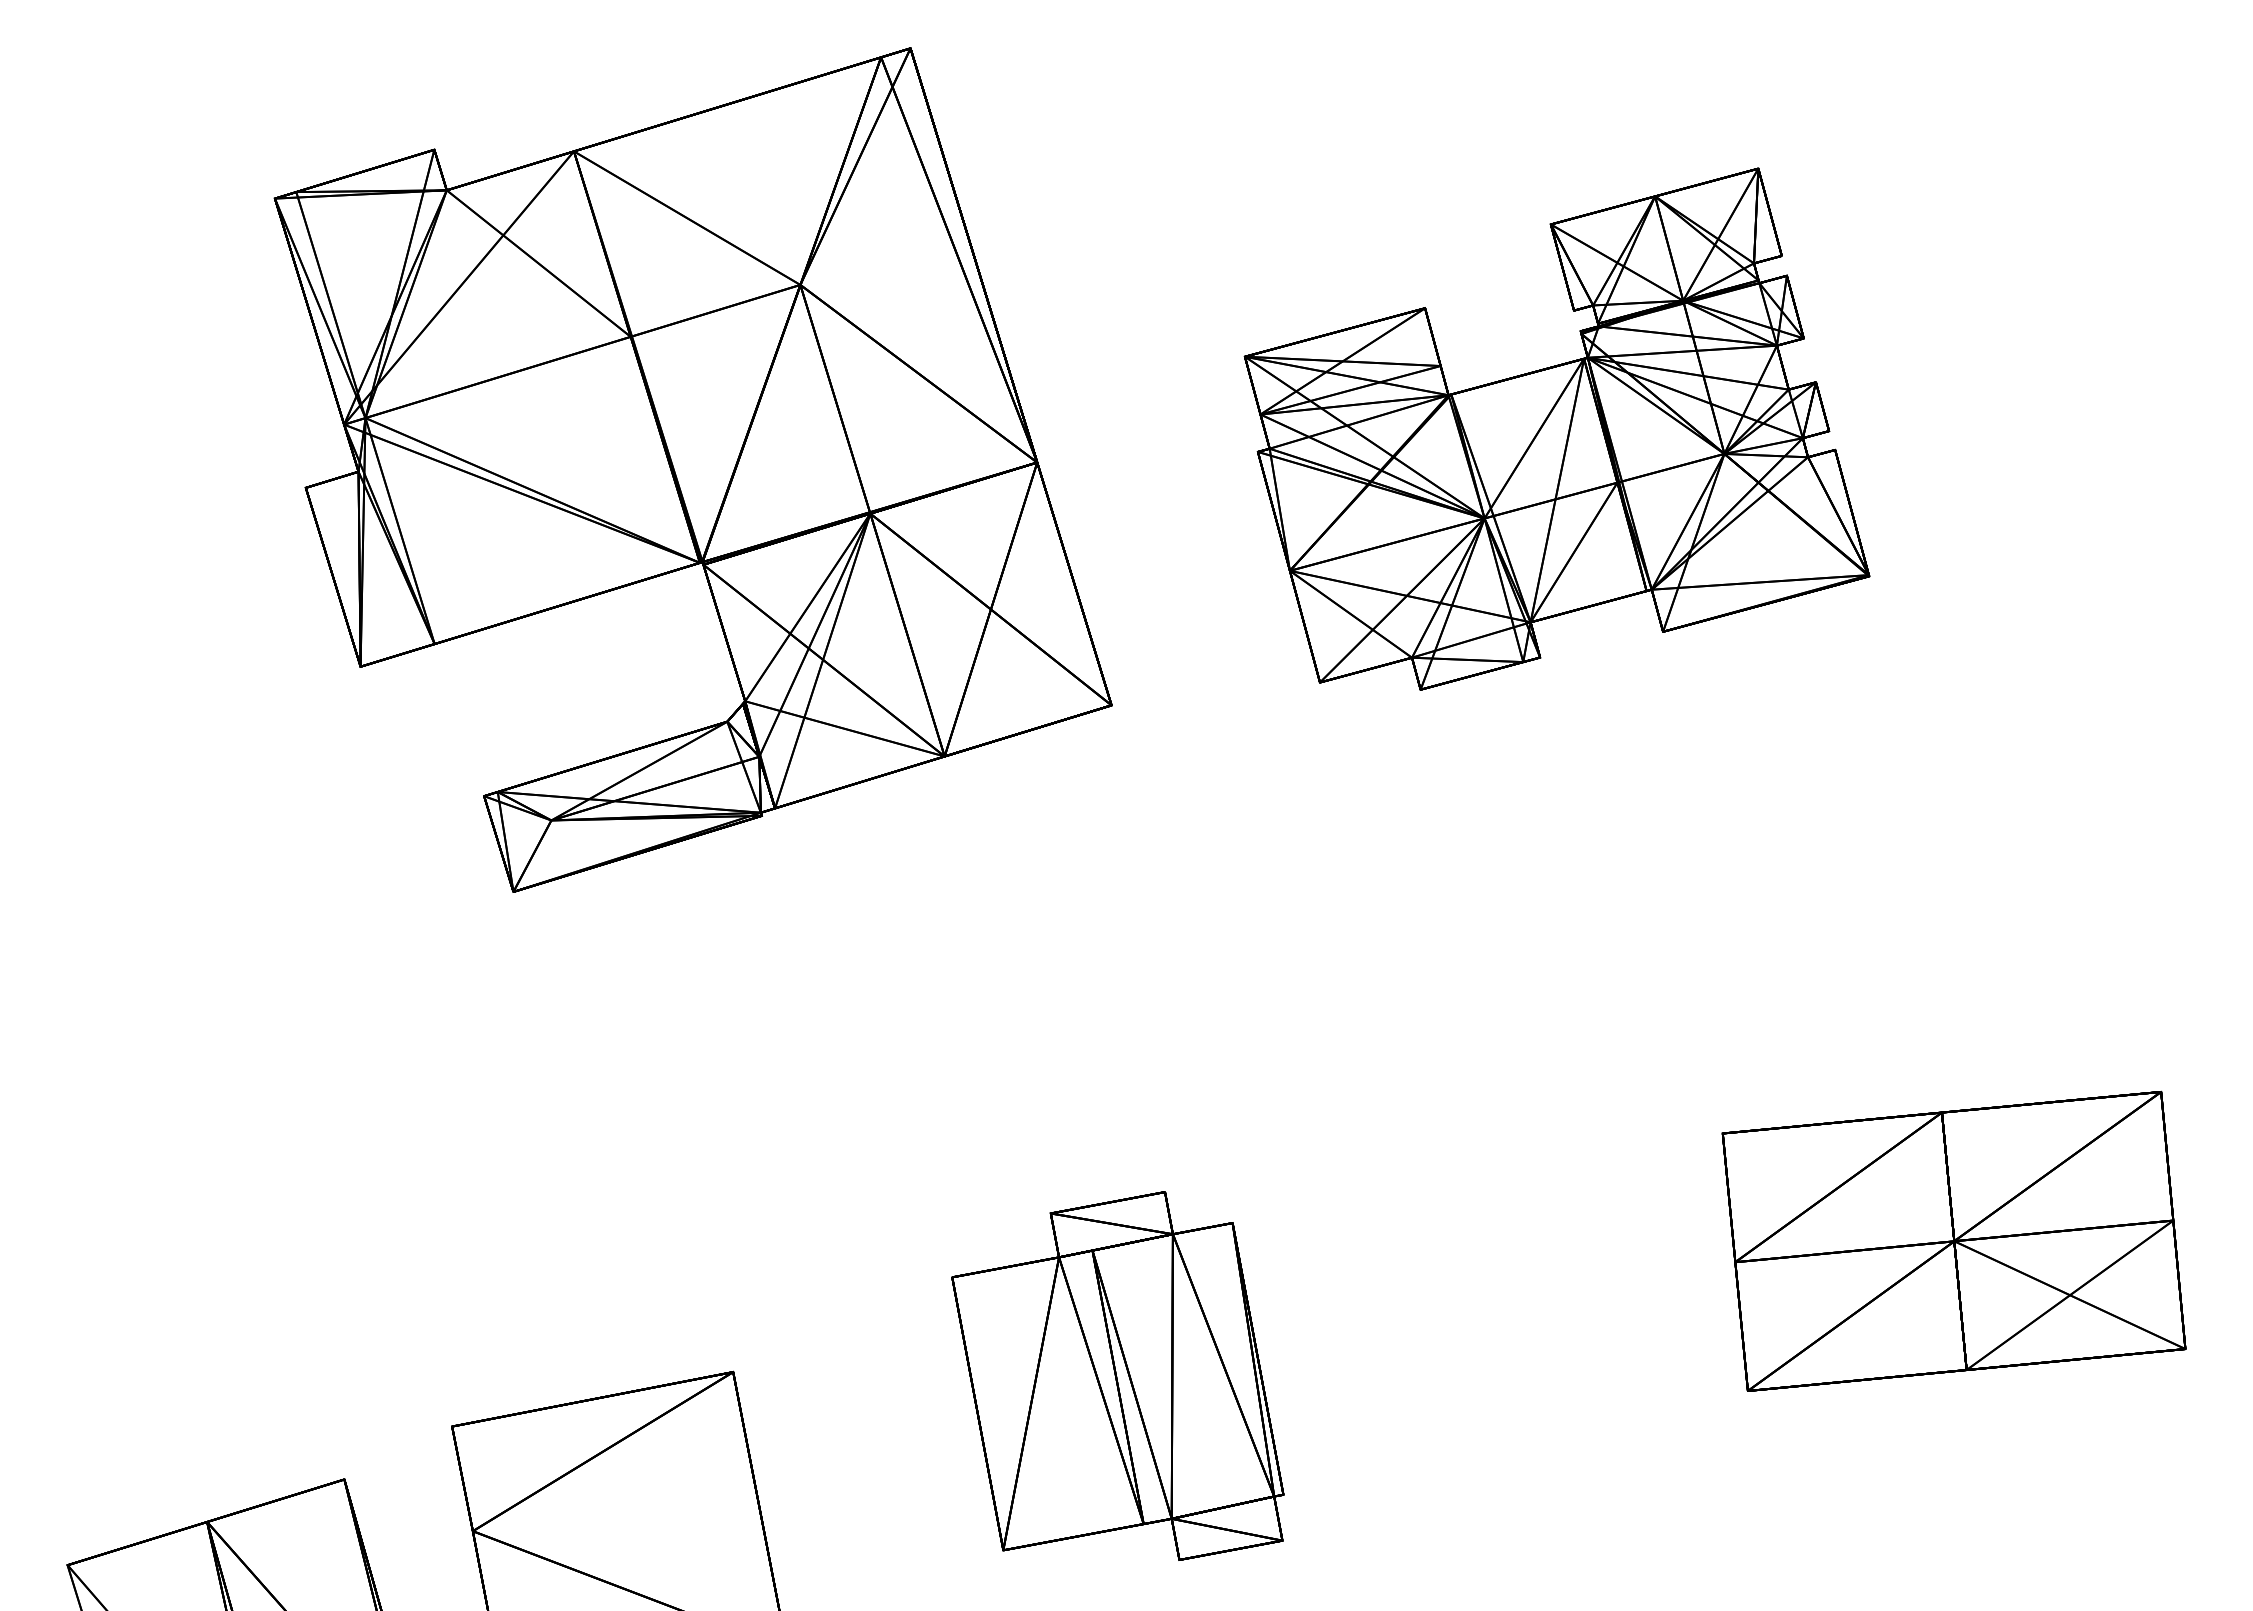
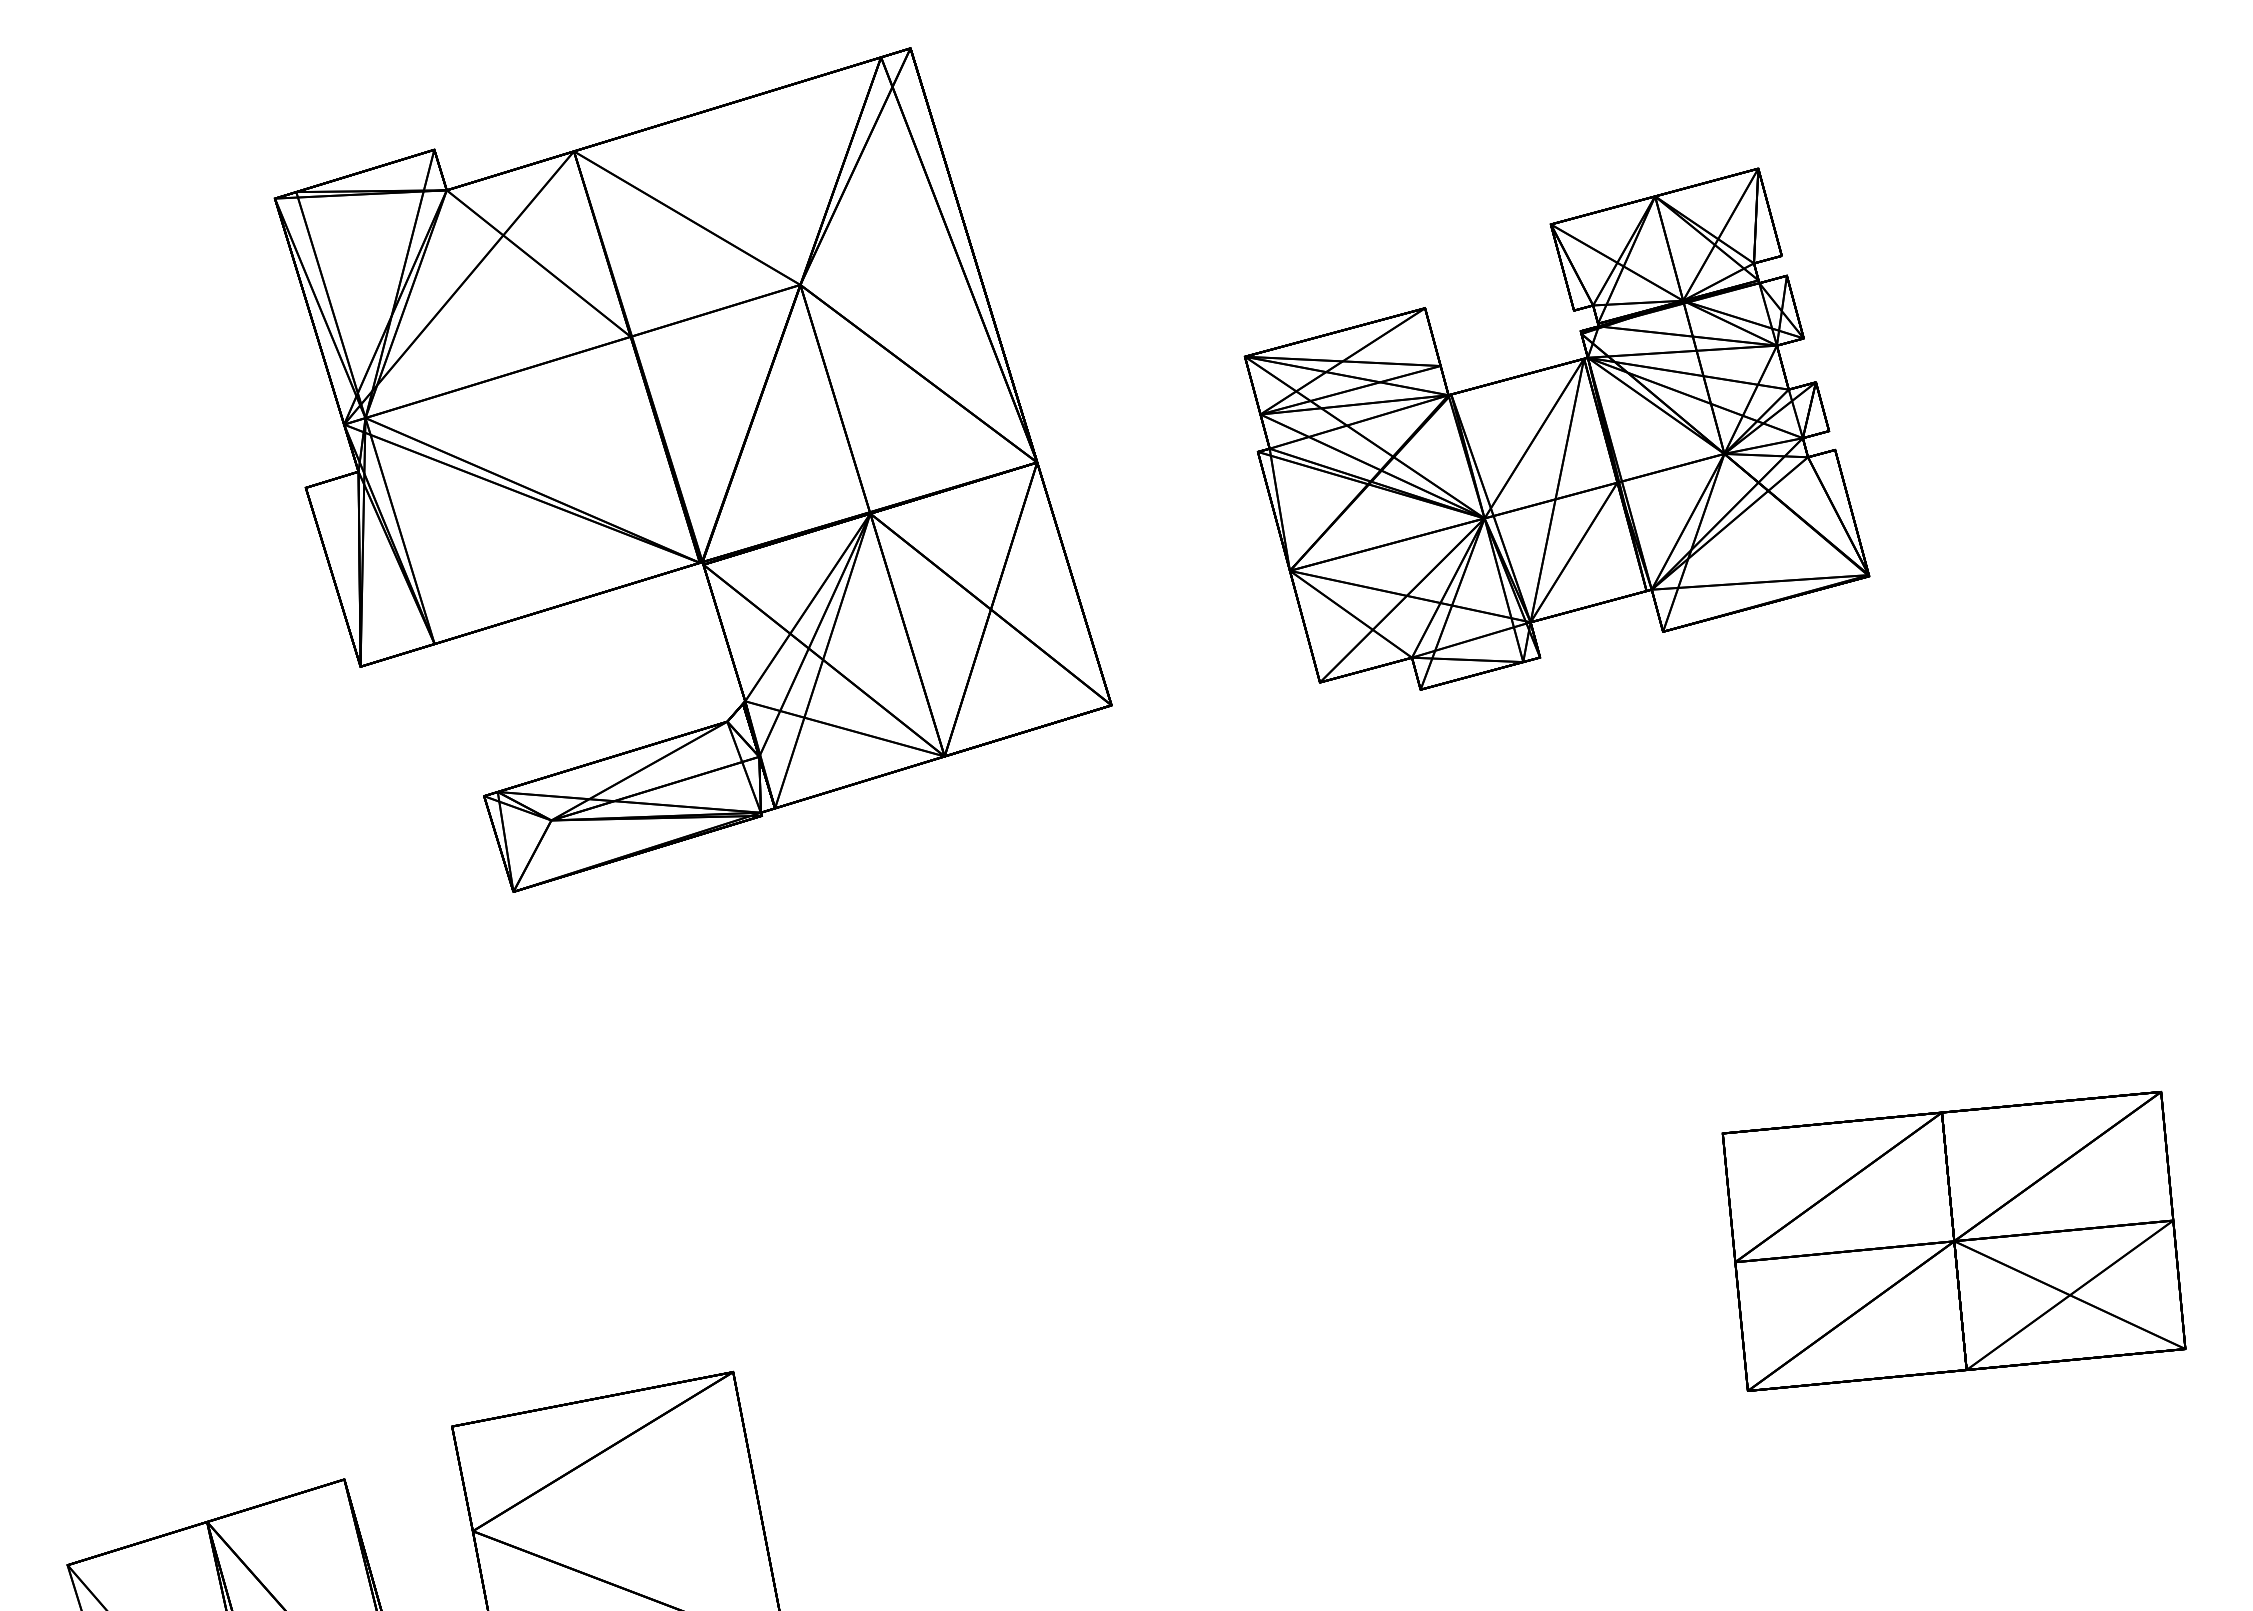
part at (1117, 1375): present -> none
